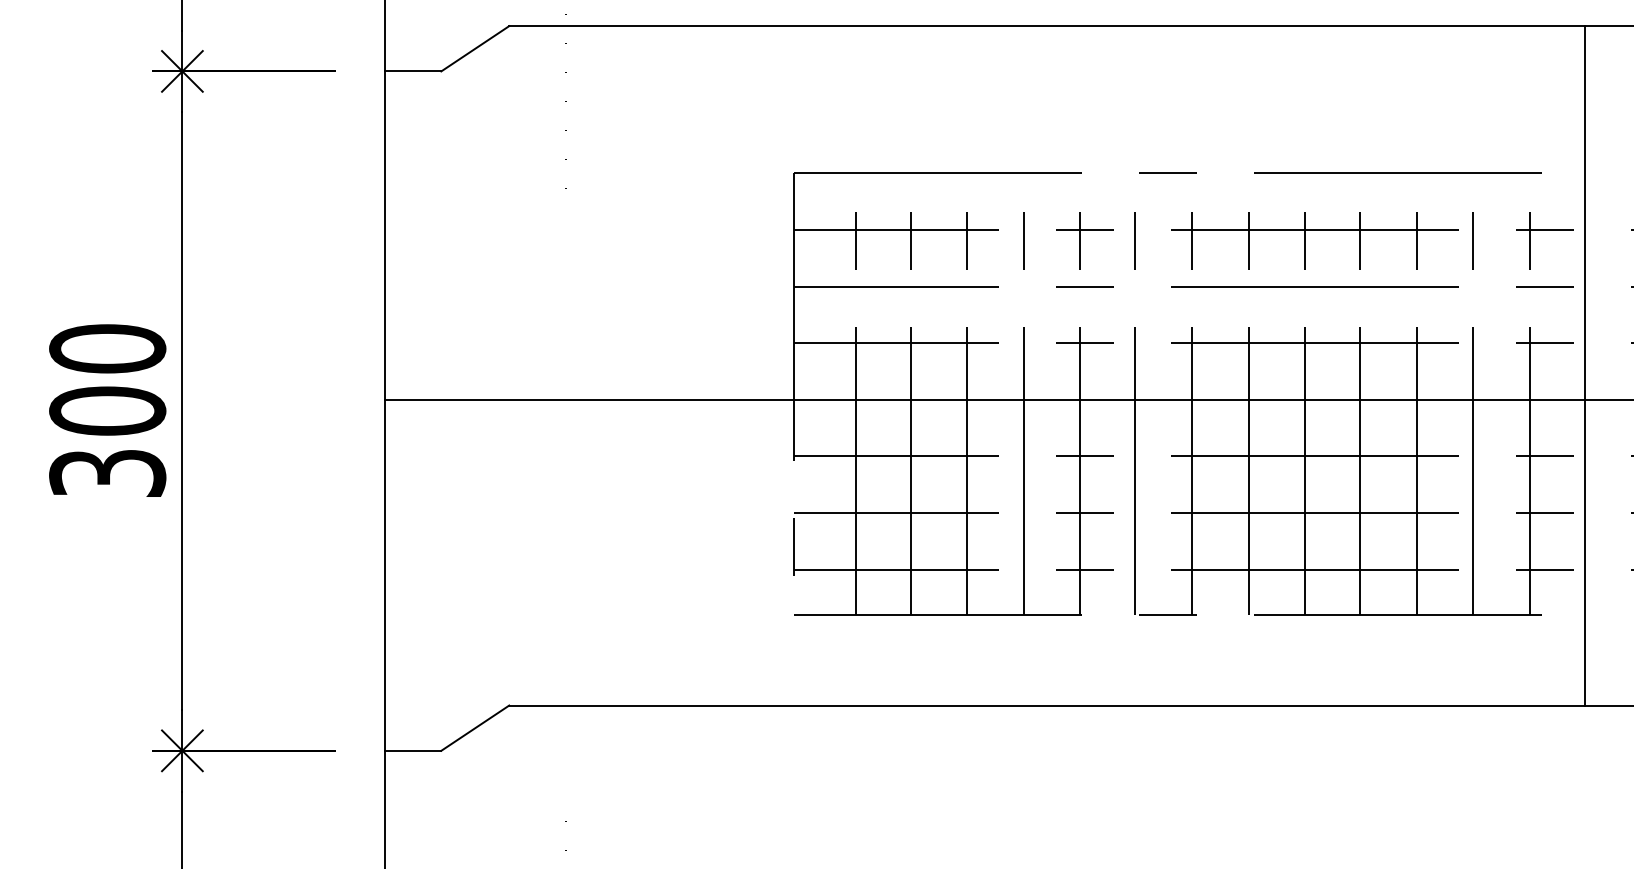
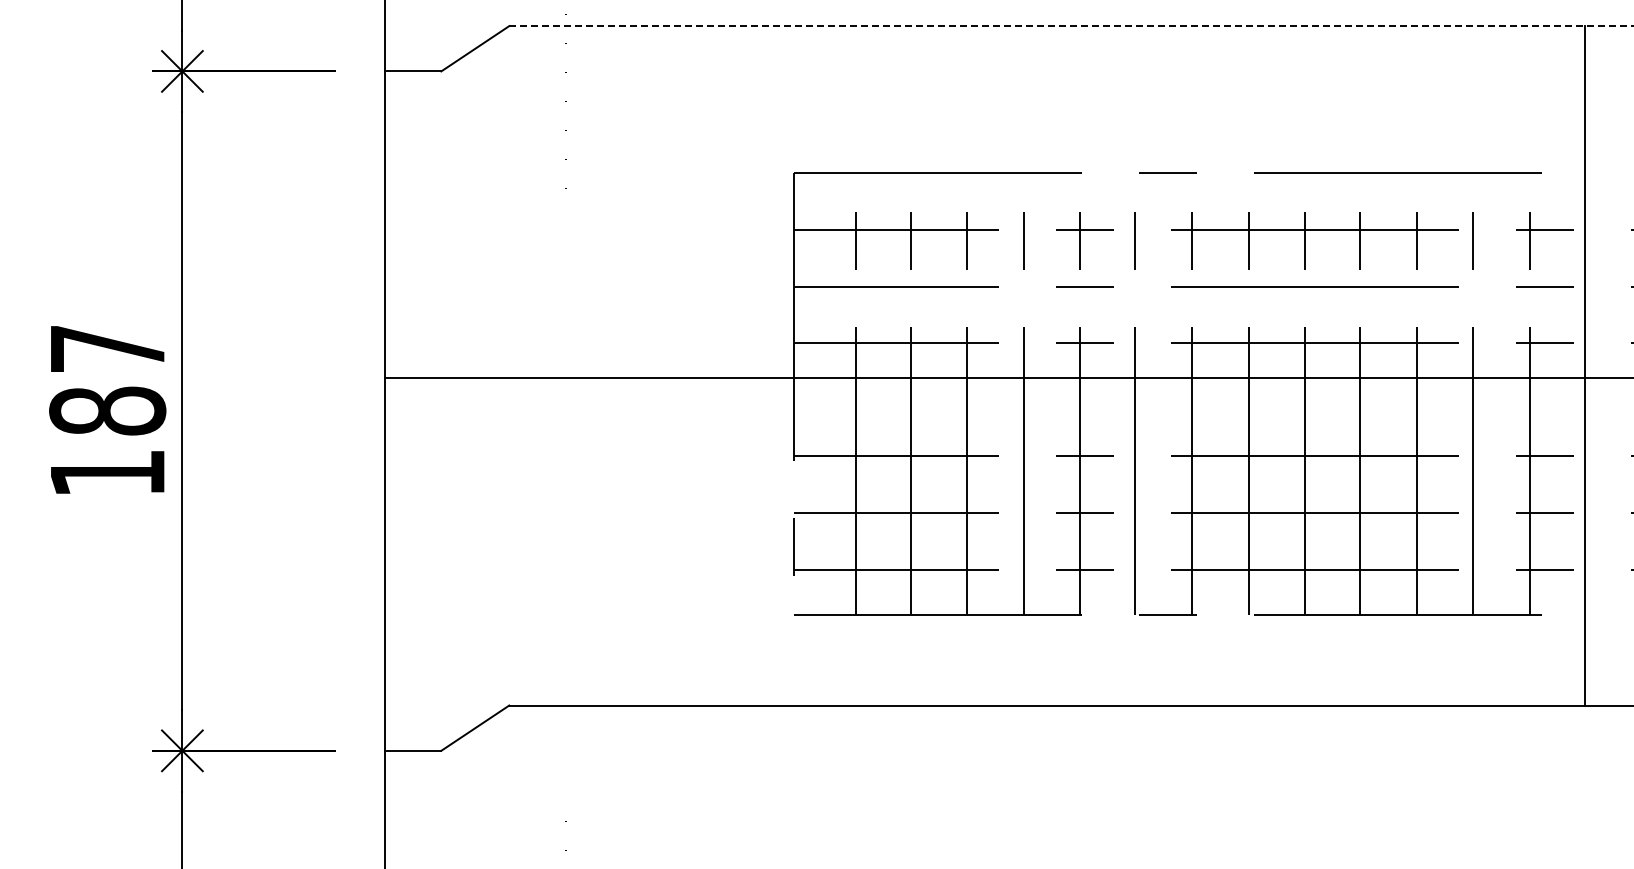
line at (1072, 26): solid -> dashed
line at (1007, 399) position: (1007, 399) -> (1007, 377)
text at (107, 410): 300 -> 187
